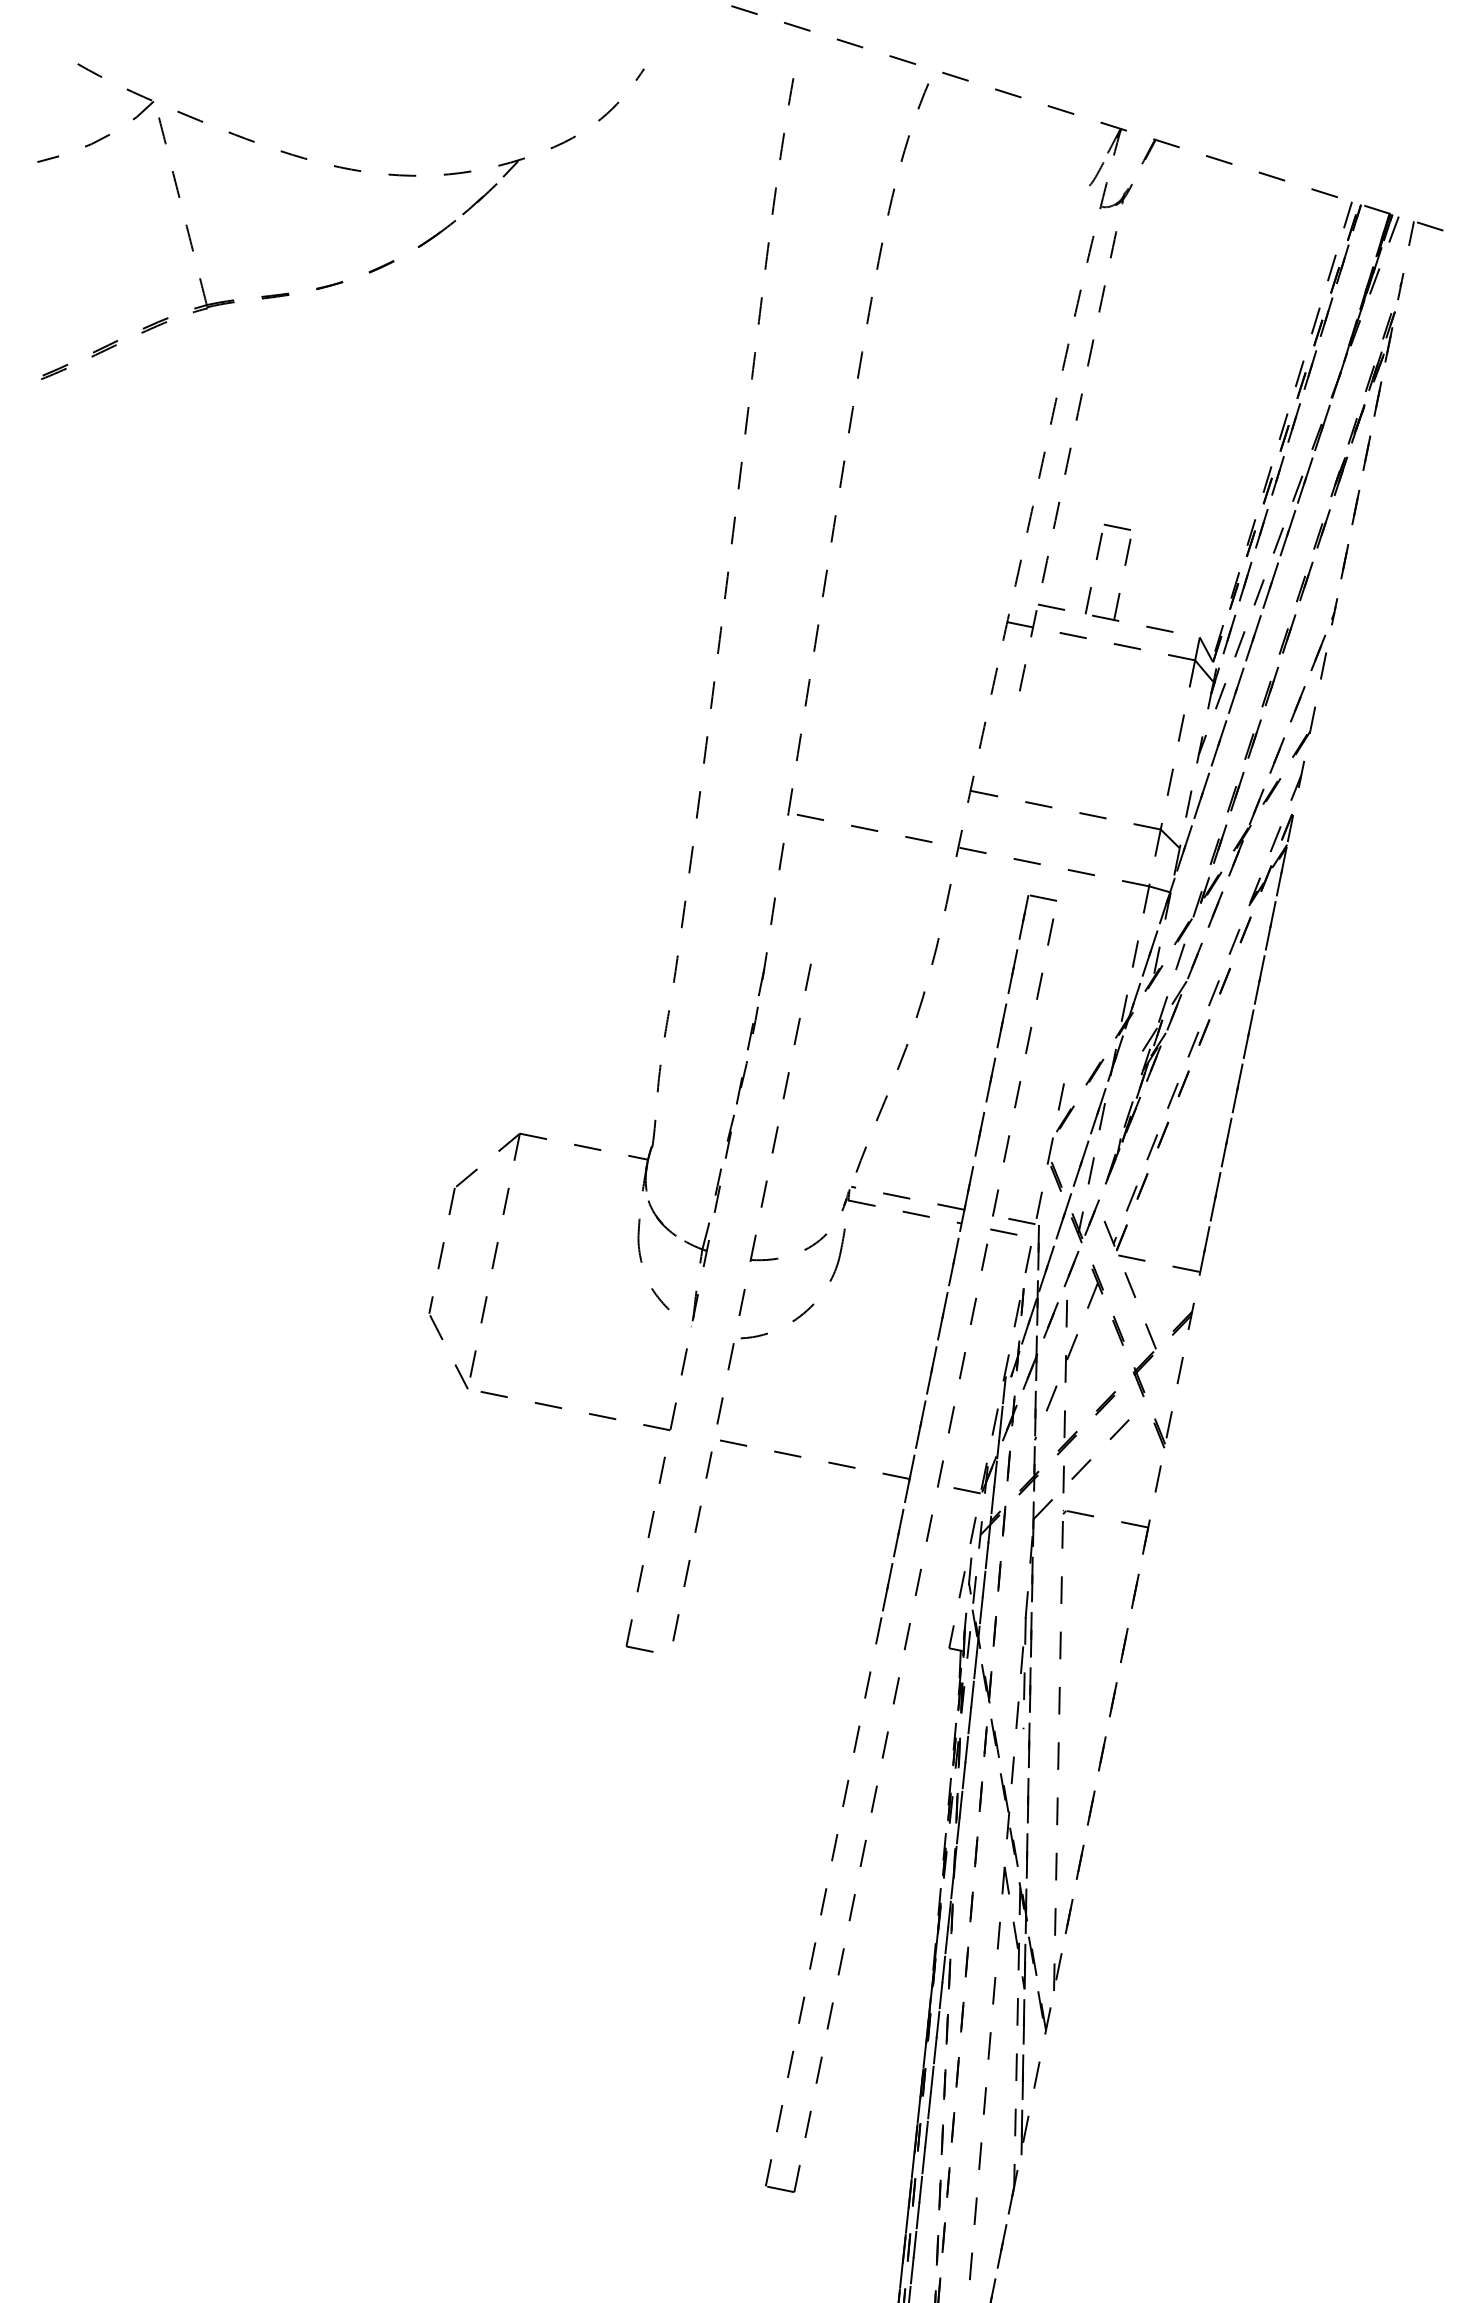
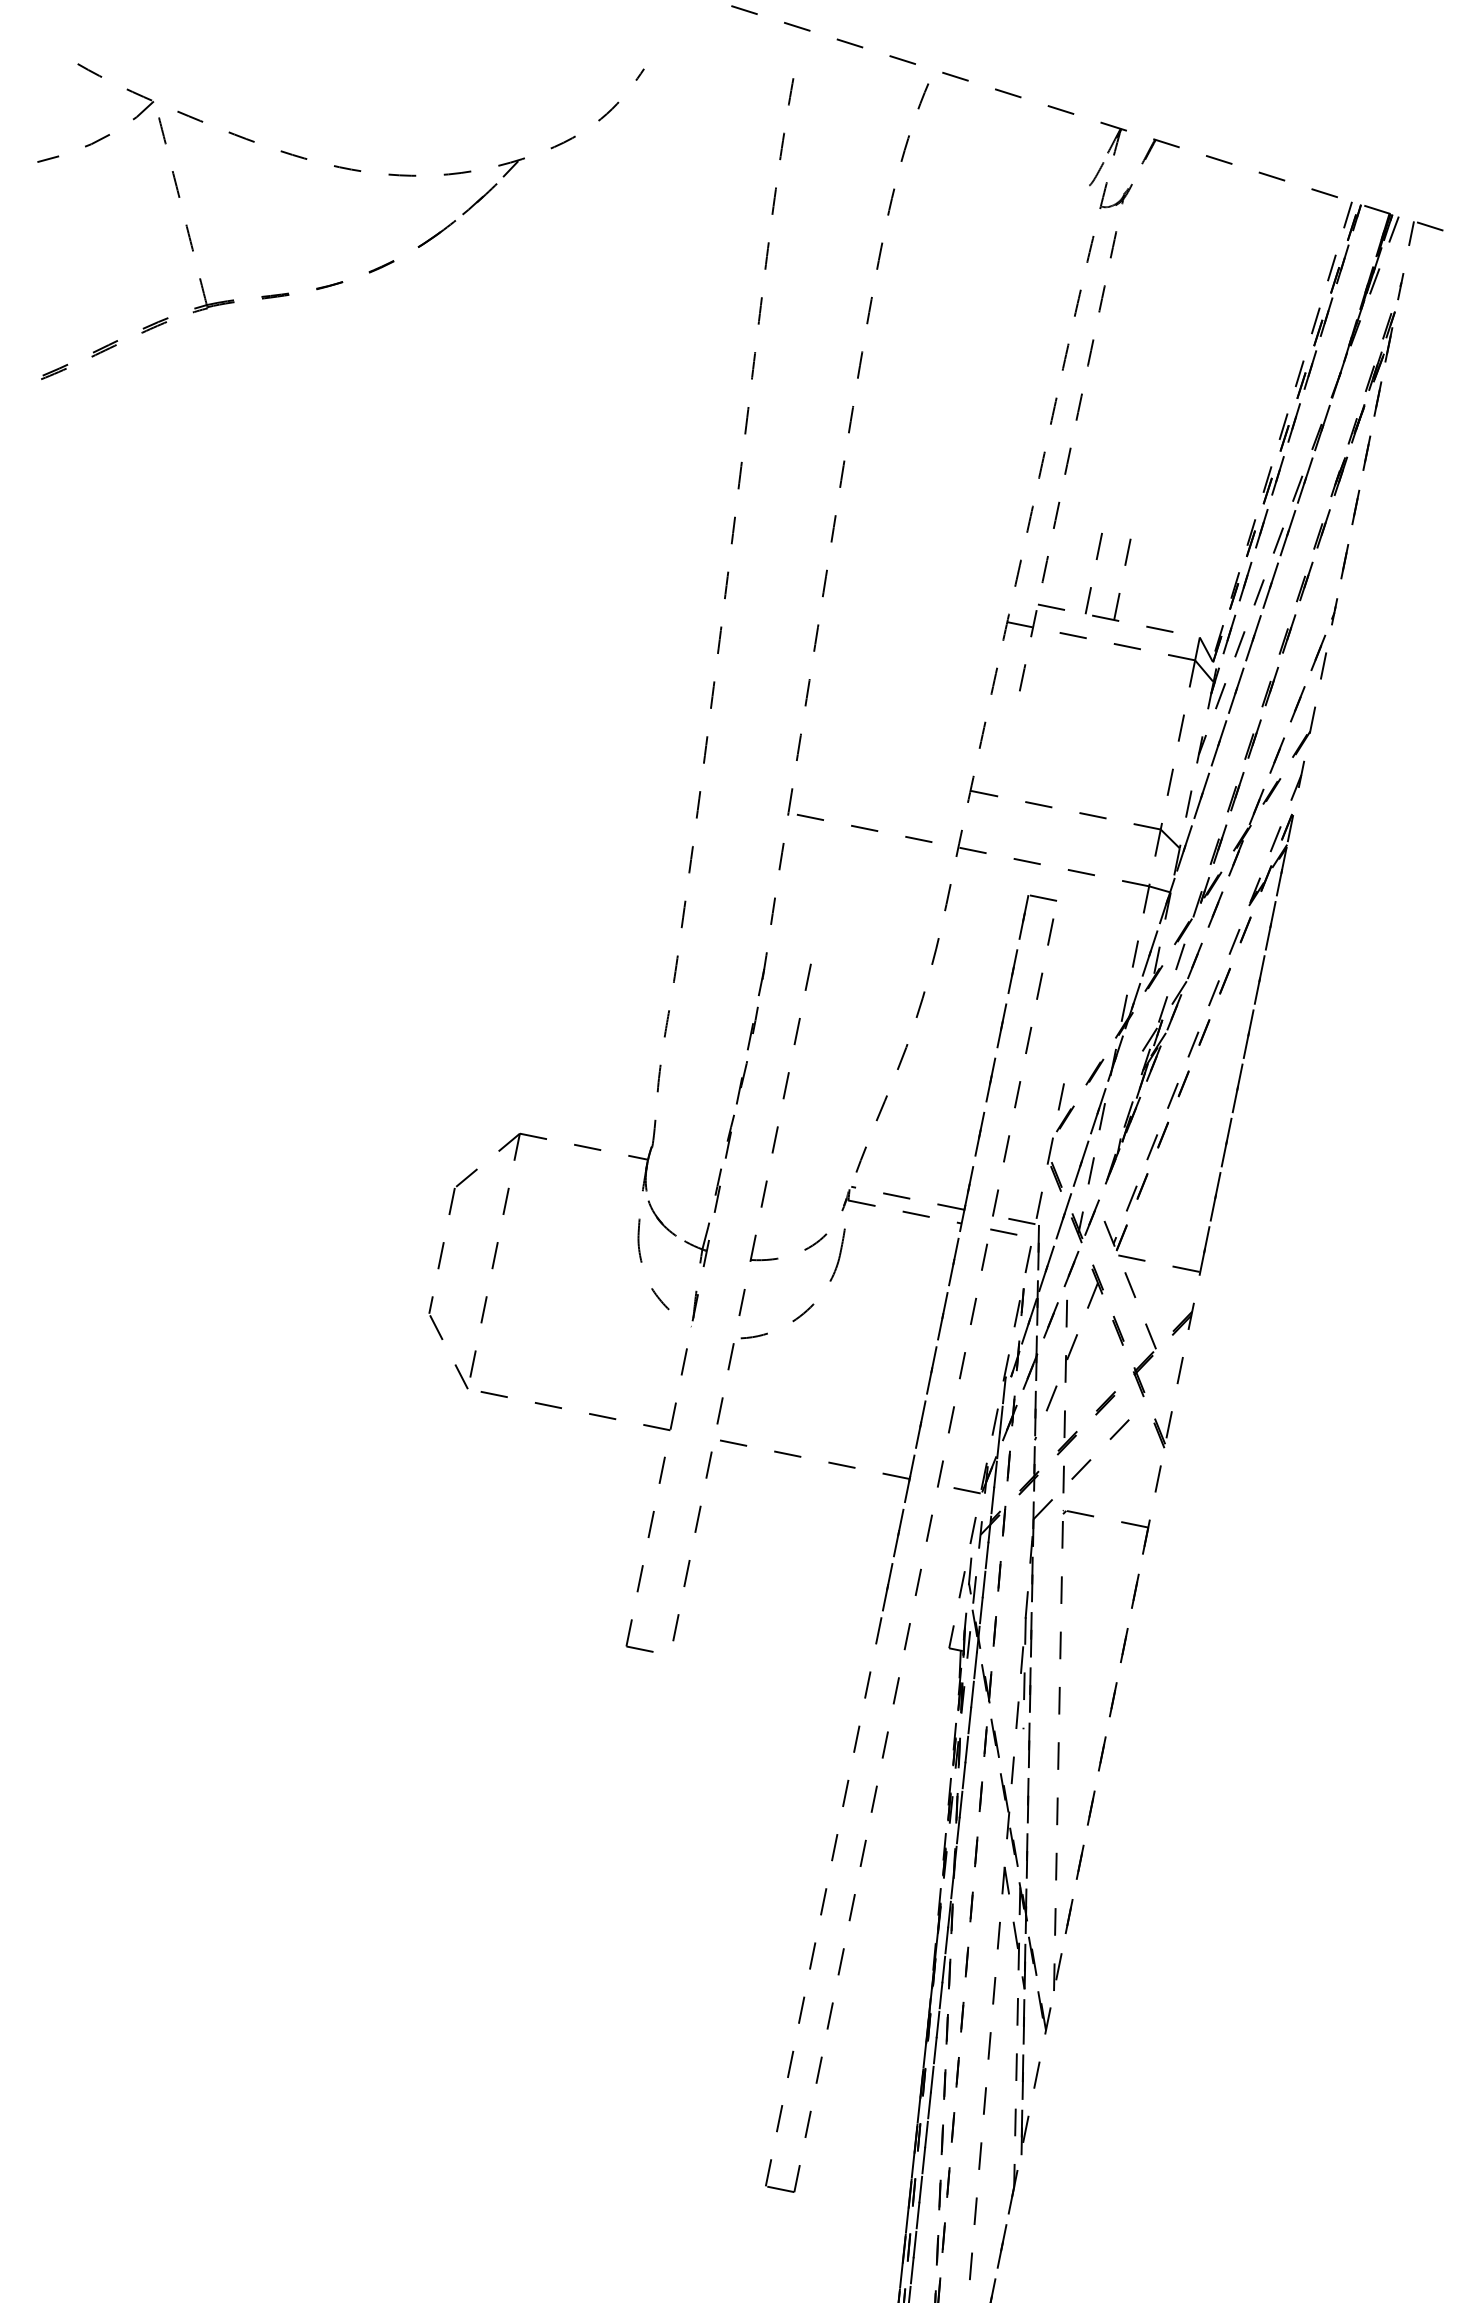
line at (1116, 526): present -> none
